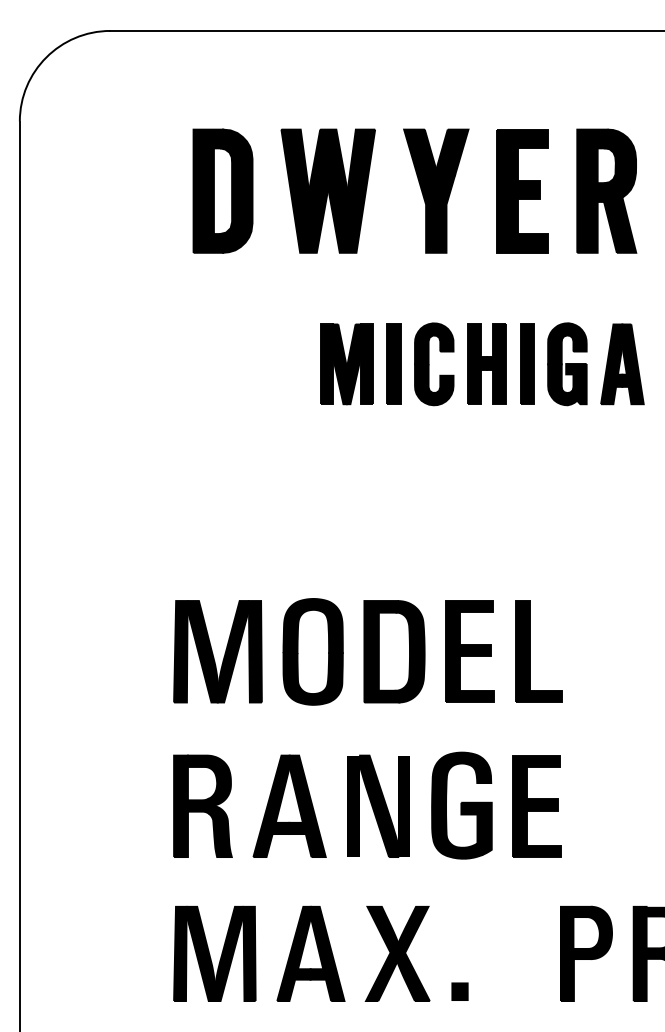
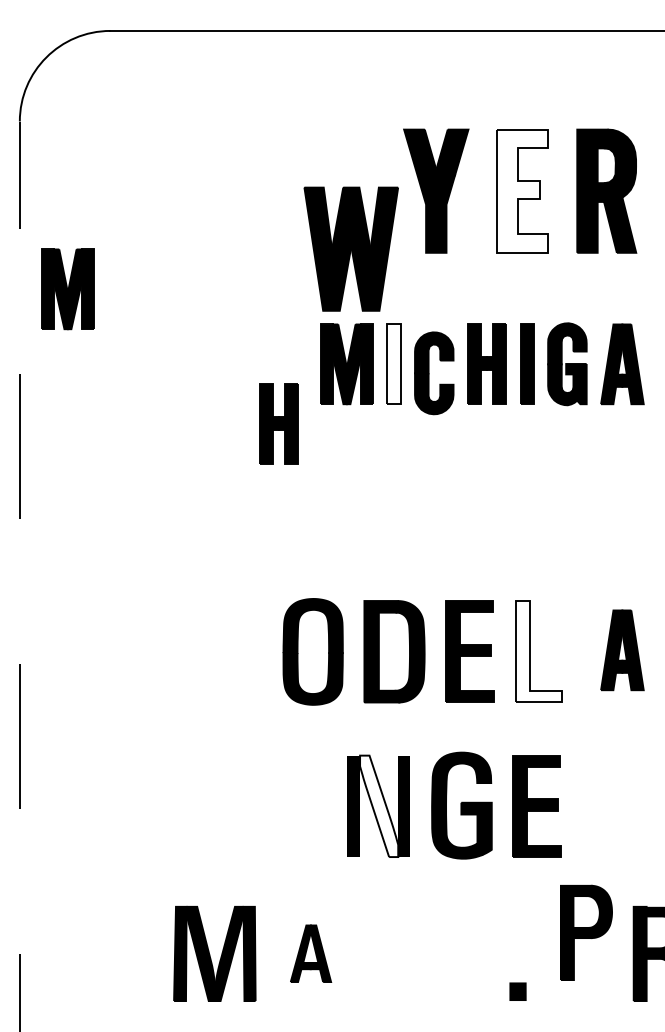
part at (222, 190): present -> none
part at (327, 190) position: (327, 190) -> (350, 248)
fill at (522, 190): present -> none
part at (67, 289): none -> present
fill at (393, 364): present -> none
part at (434, 364) position: (434, 364) -> (434, 373)
part at (278, 423): none -> present
line at (19, 576): solid -> dashed
part at (622, 650): none -> present
part at (217, 651): present -> none
fill at (539, 651): present -> none
part at (202, 805): present -> none
part at (289, 805): present -> none
fill at (379, 806): present -> none
part at (310, 953) size: 70x97 px -> 43x59 px
part at (397, 953): present -> none
part at (586, 953) position: (586, 953) -> (586, 932)
part at (459, 991) position: (459, 991) -> (517, 991)
